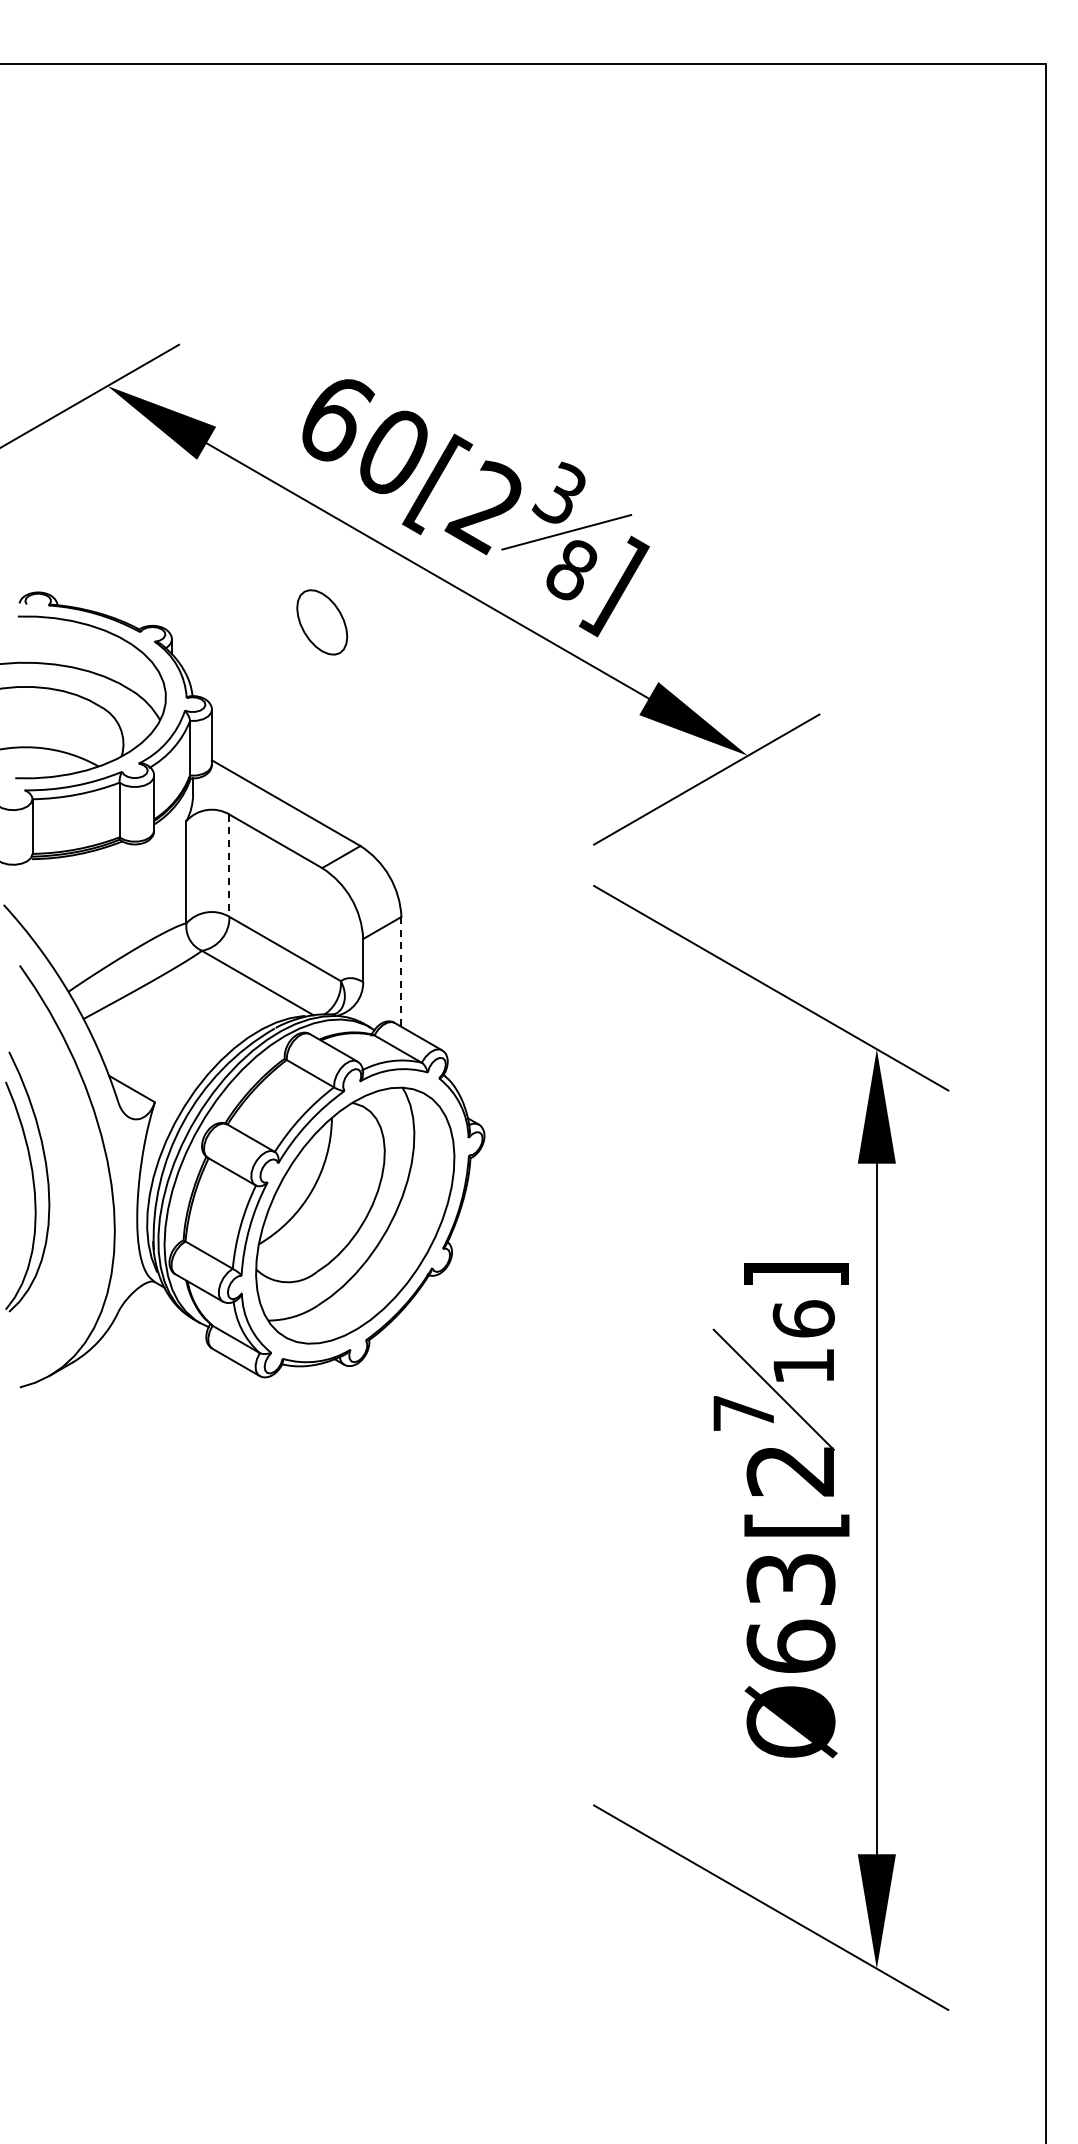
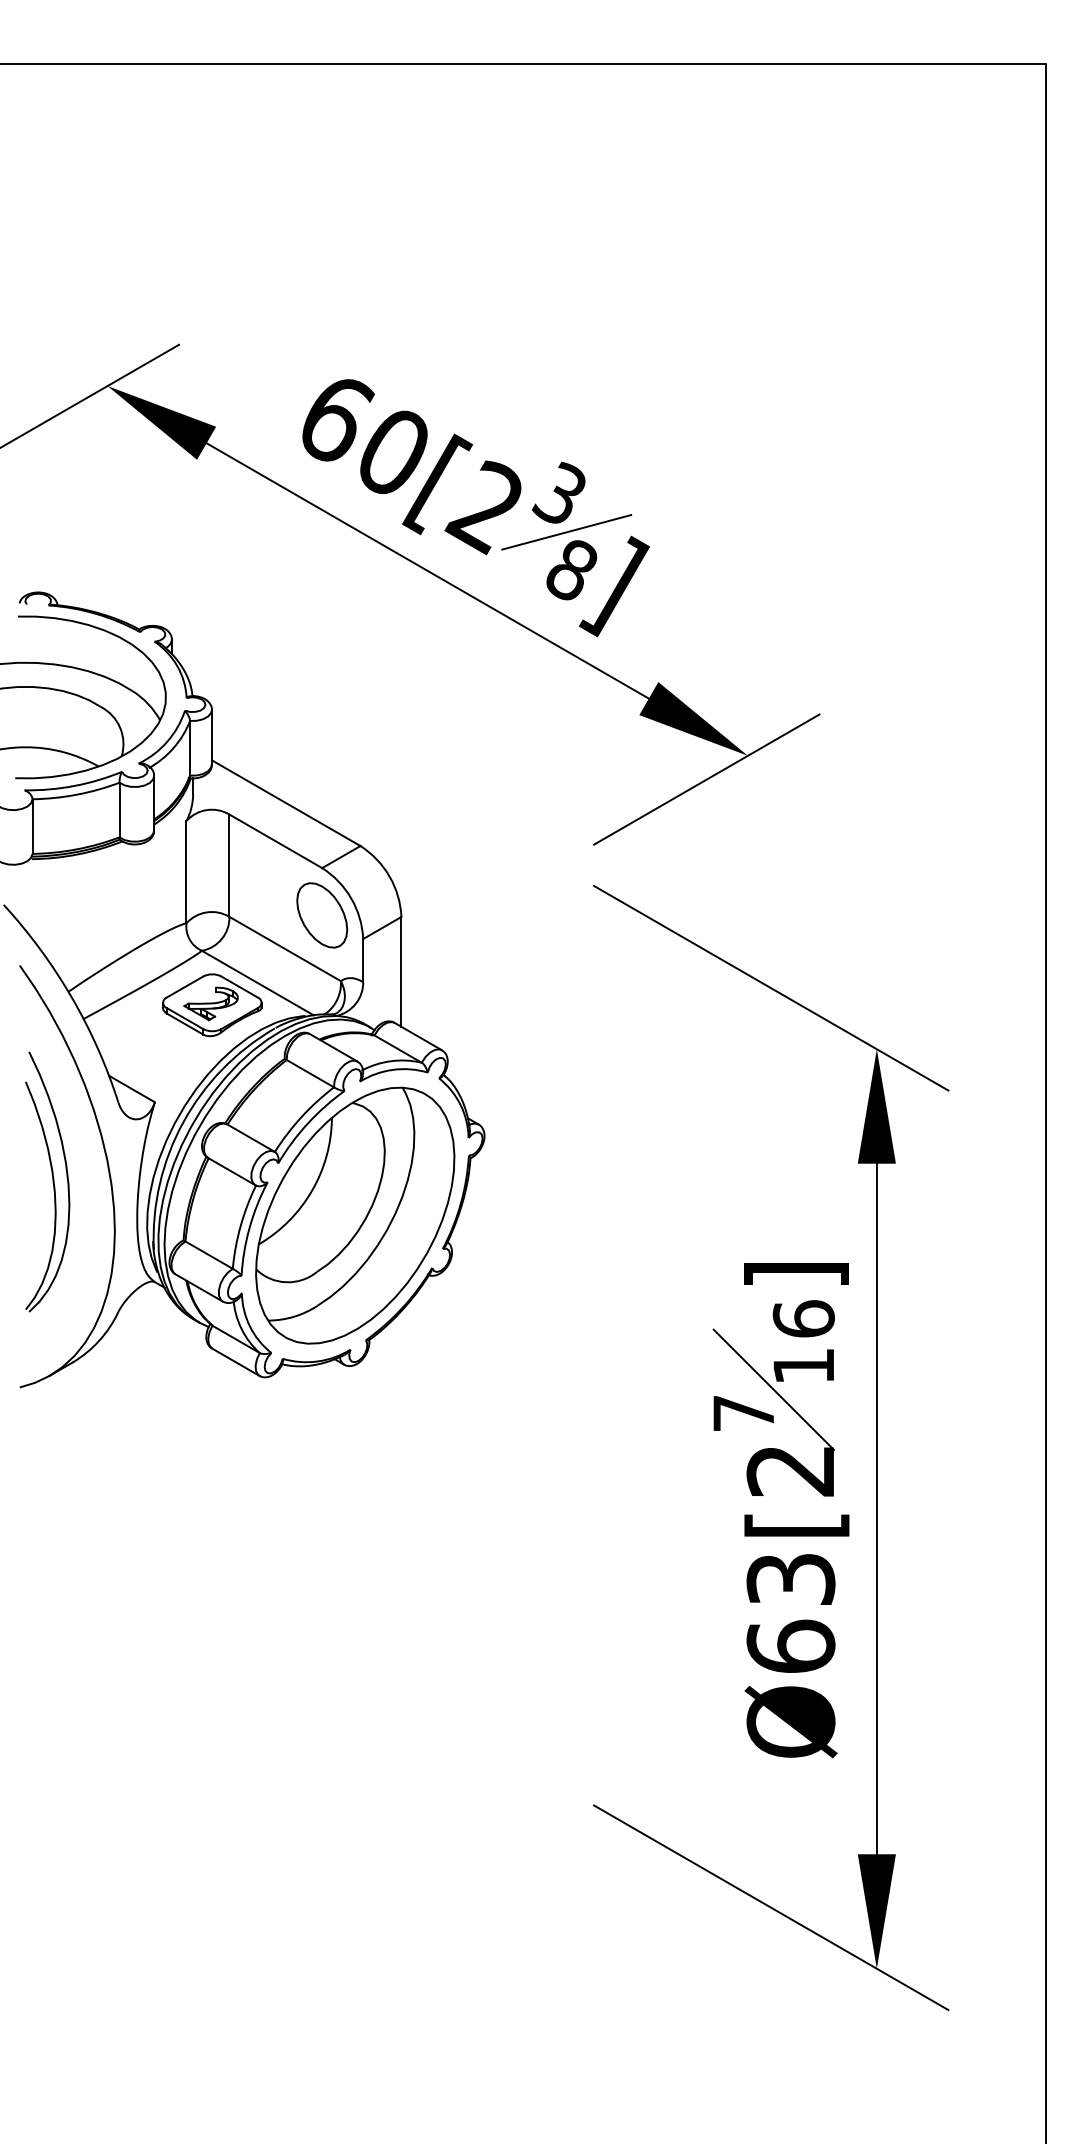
part at (322, 622) position: (322, 622) -> (322, 915)
line at (229, 866): dashed -> solid
line at (401, 971): dashed -> solid
part at (212, 1005): none -> present
part at (27, 1181) position: (27, 1181) -> (47, 1181)
